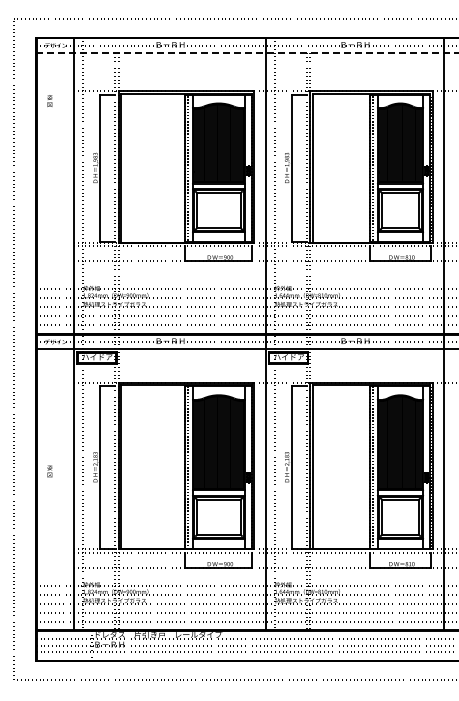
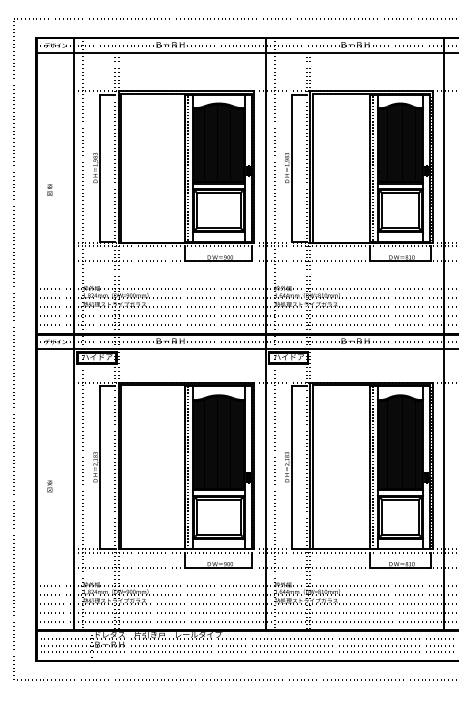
line at (247, 53): dashed -> solid
text at (49, 100) position: (49, 100) -> (49, 189)
text at (49, 471) position: (49, 471) -> (49, 486)
